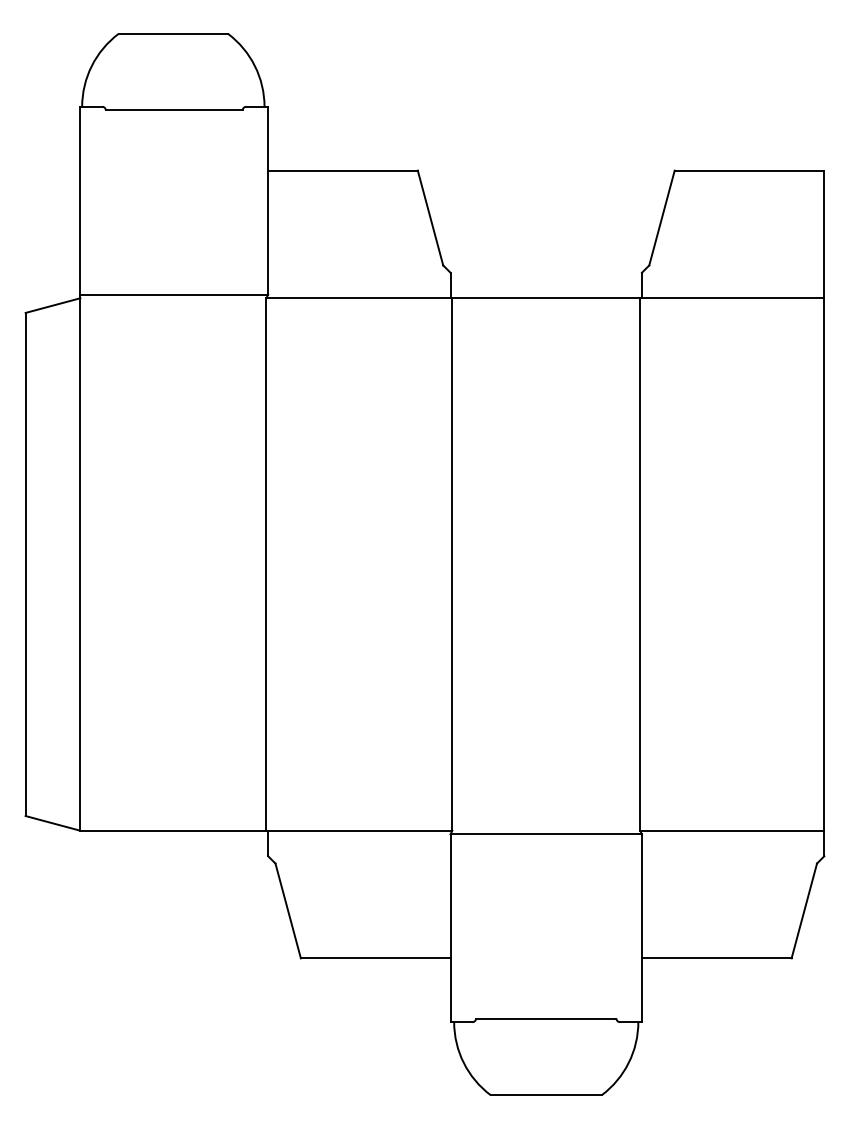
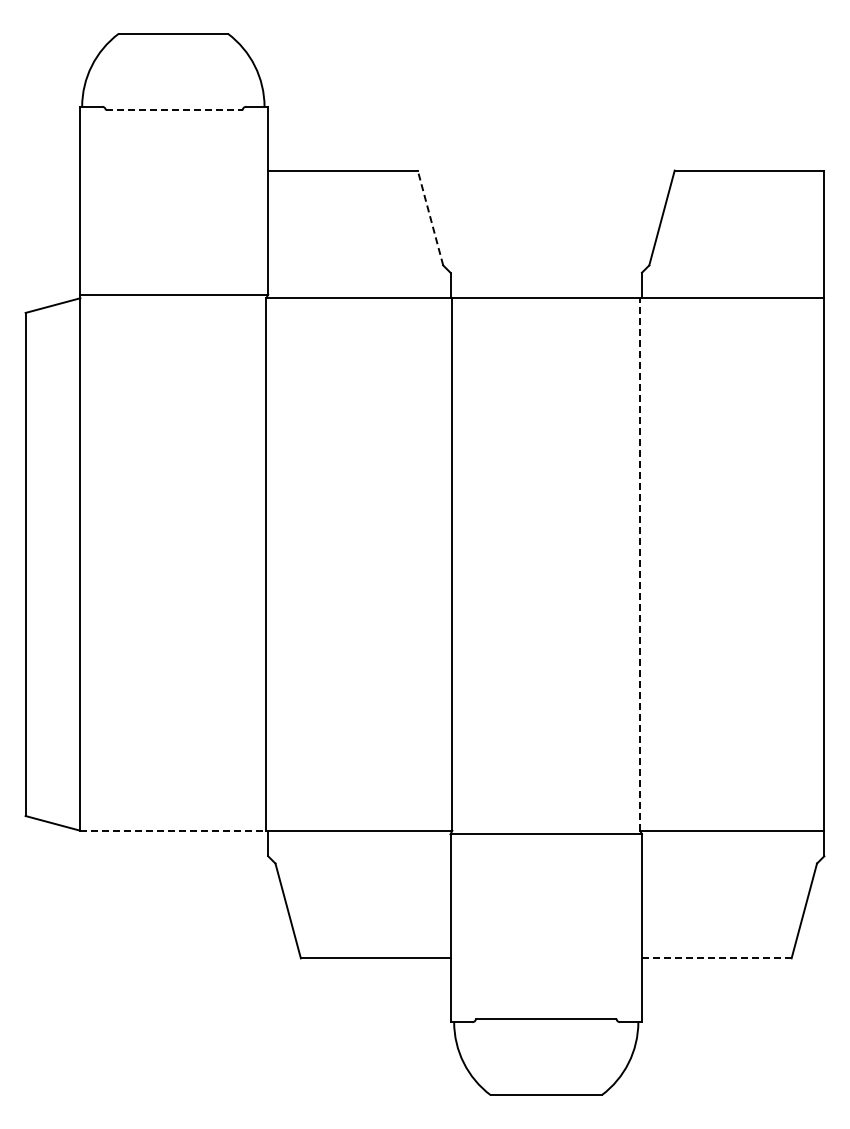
line at (174, 110): solid -> dashed
line at (430, 217): solid -> dashed
line at (640, 564): solid -> dashed
line at (173, 830): solid -> dashed
line at (716, 958): solid -> dashed
